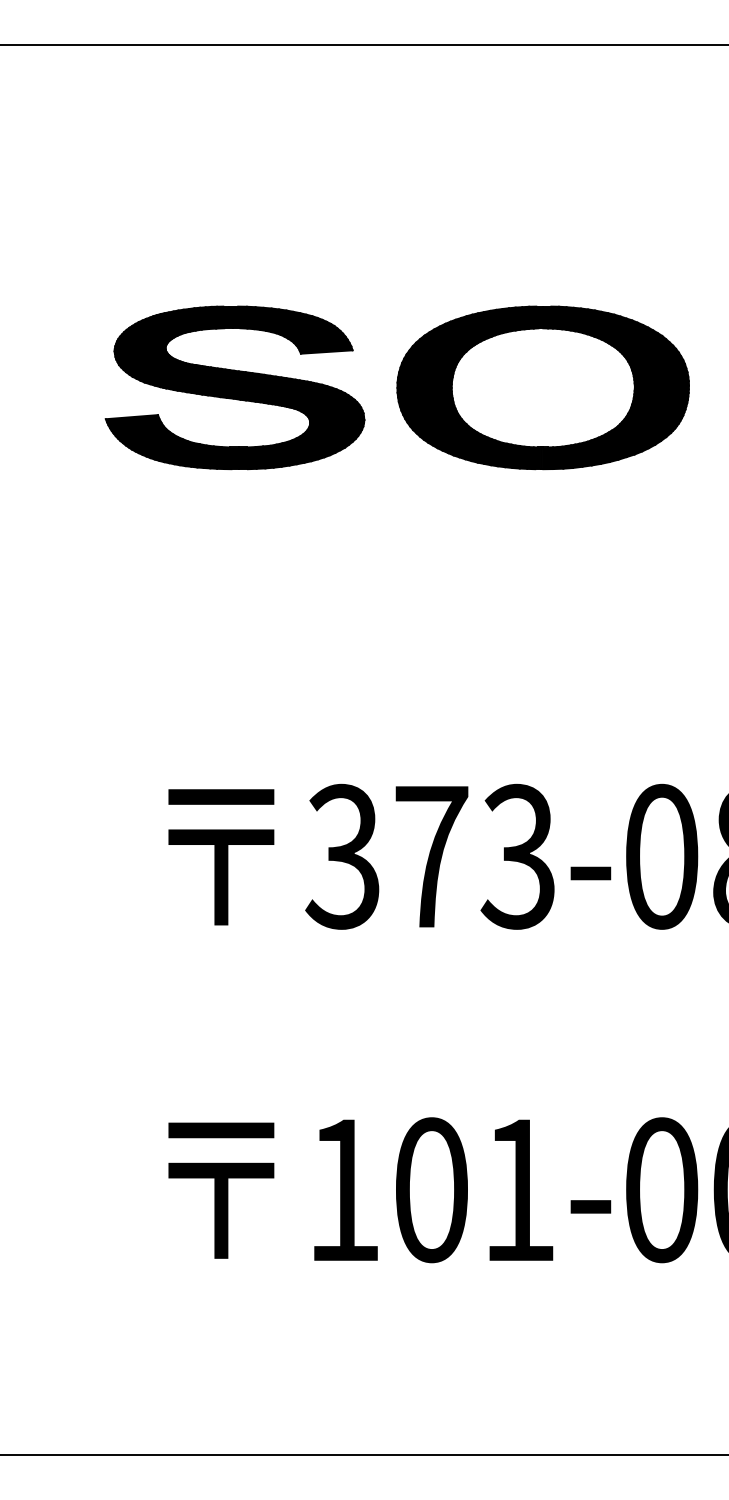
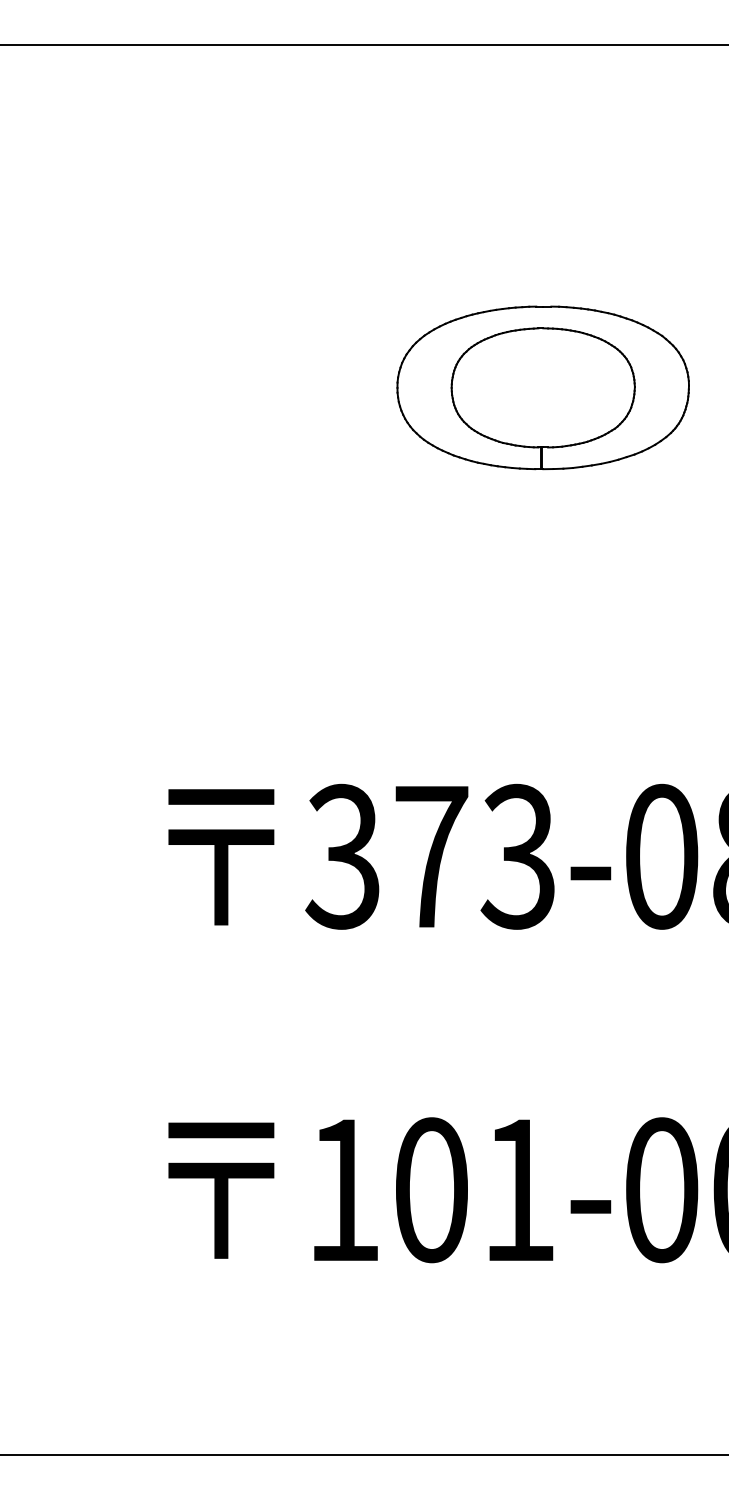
part at (234, 387): present -> none
fill at (543, 387): present -> none
